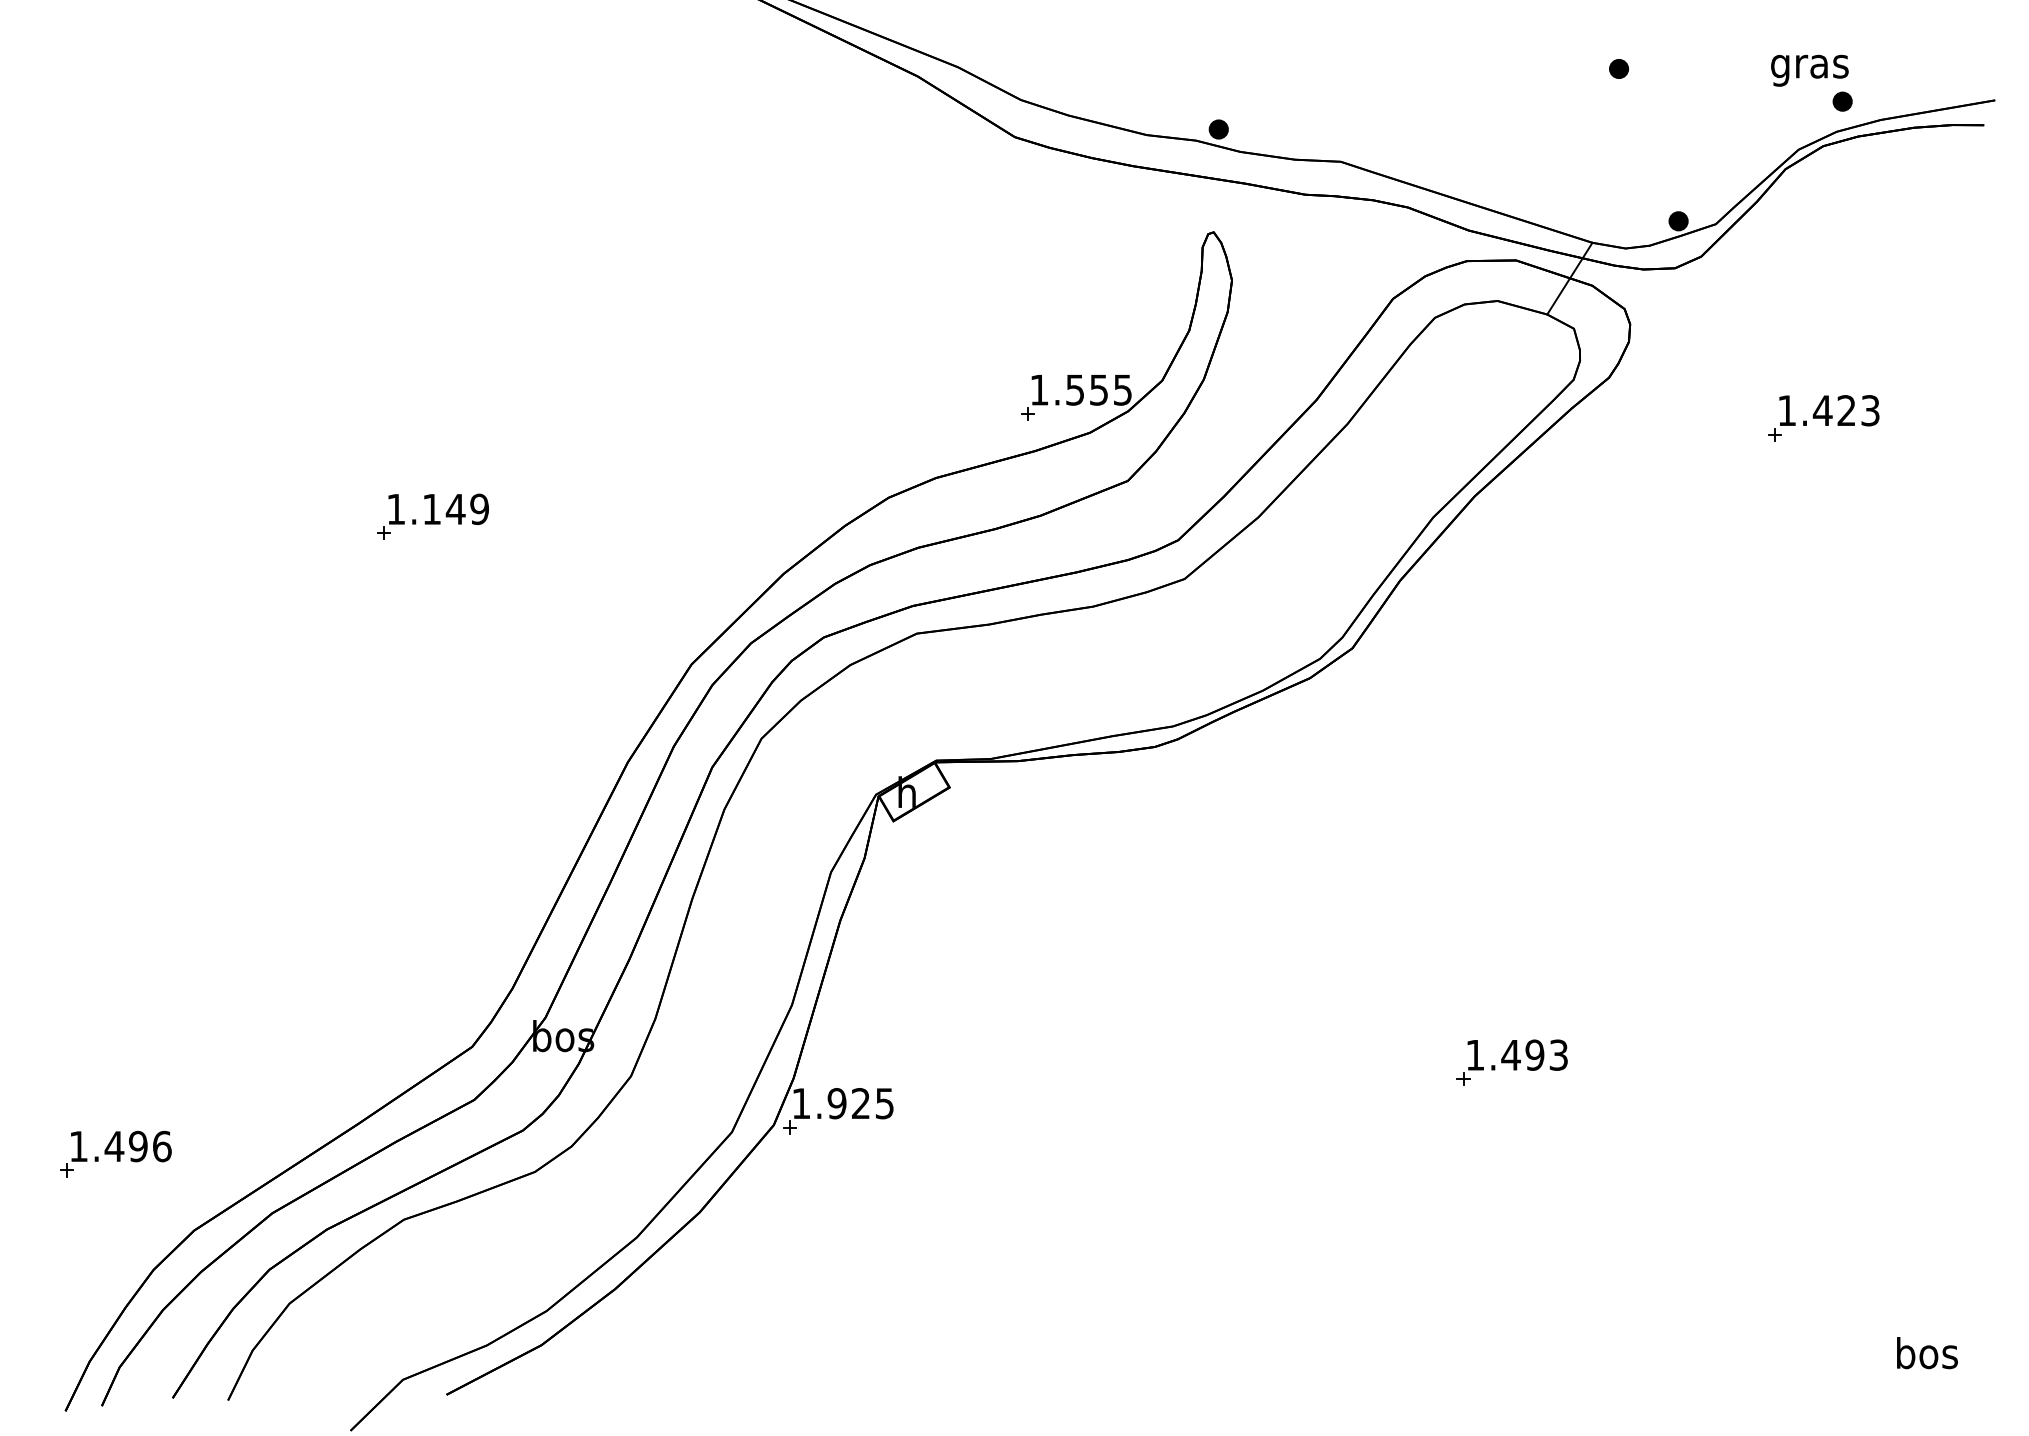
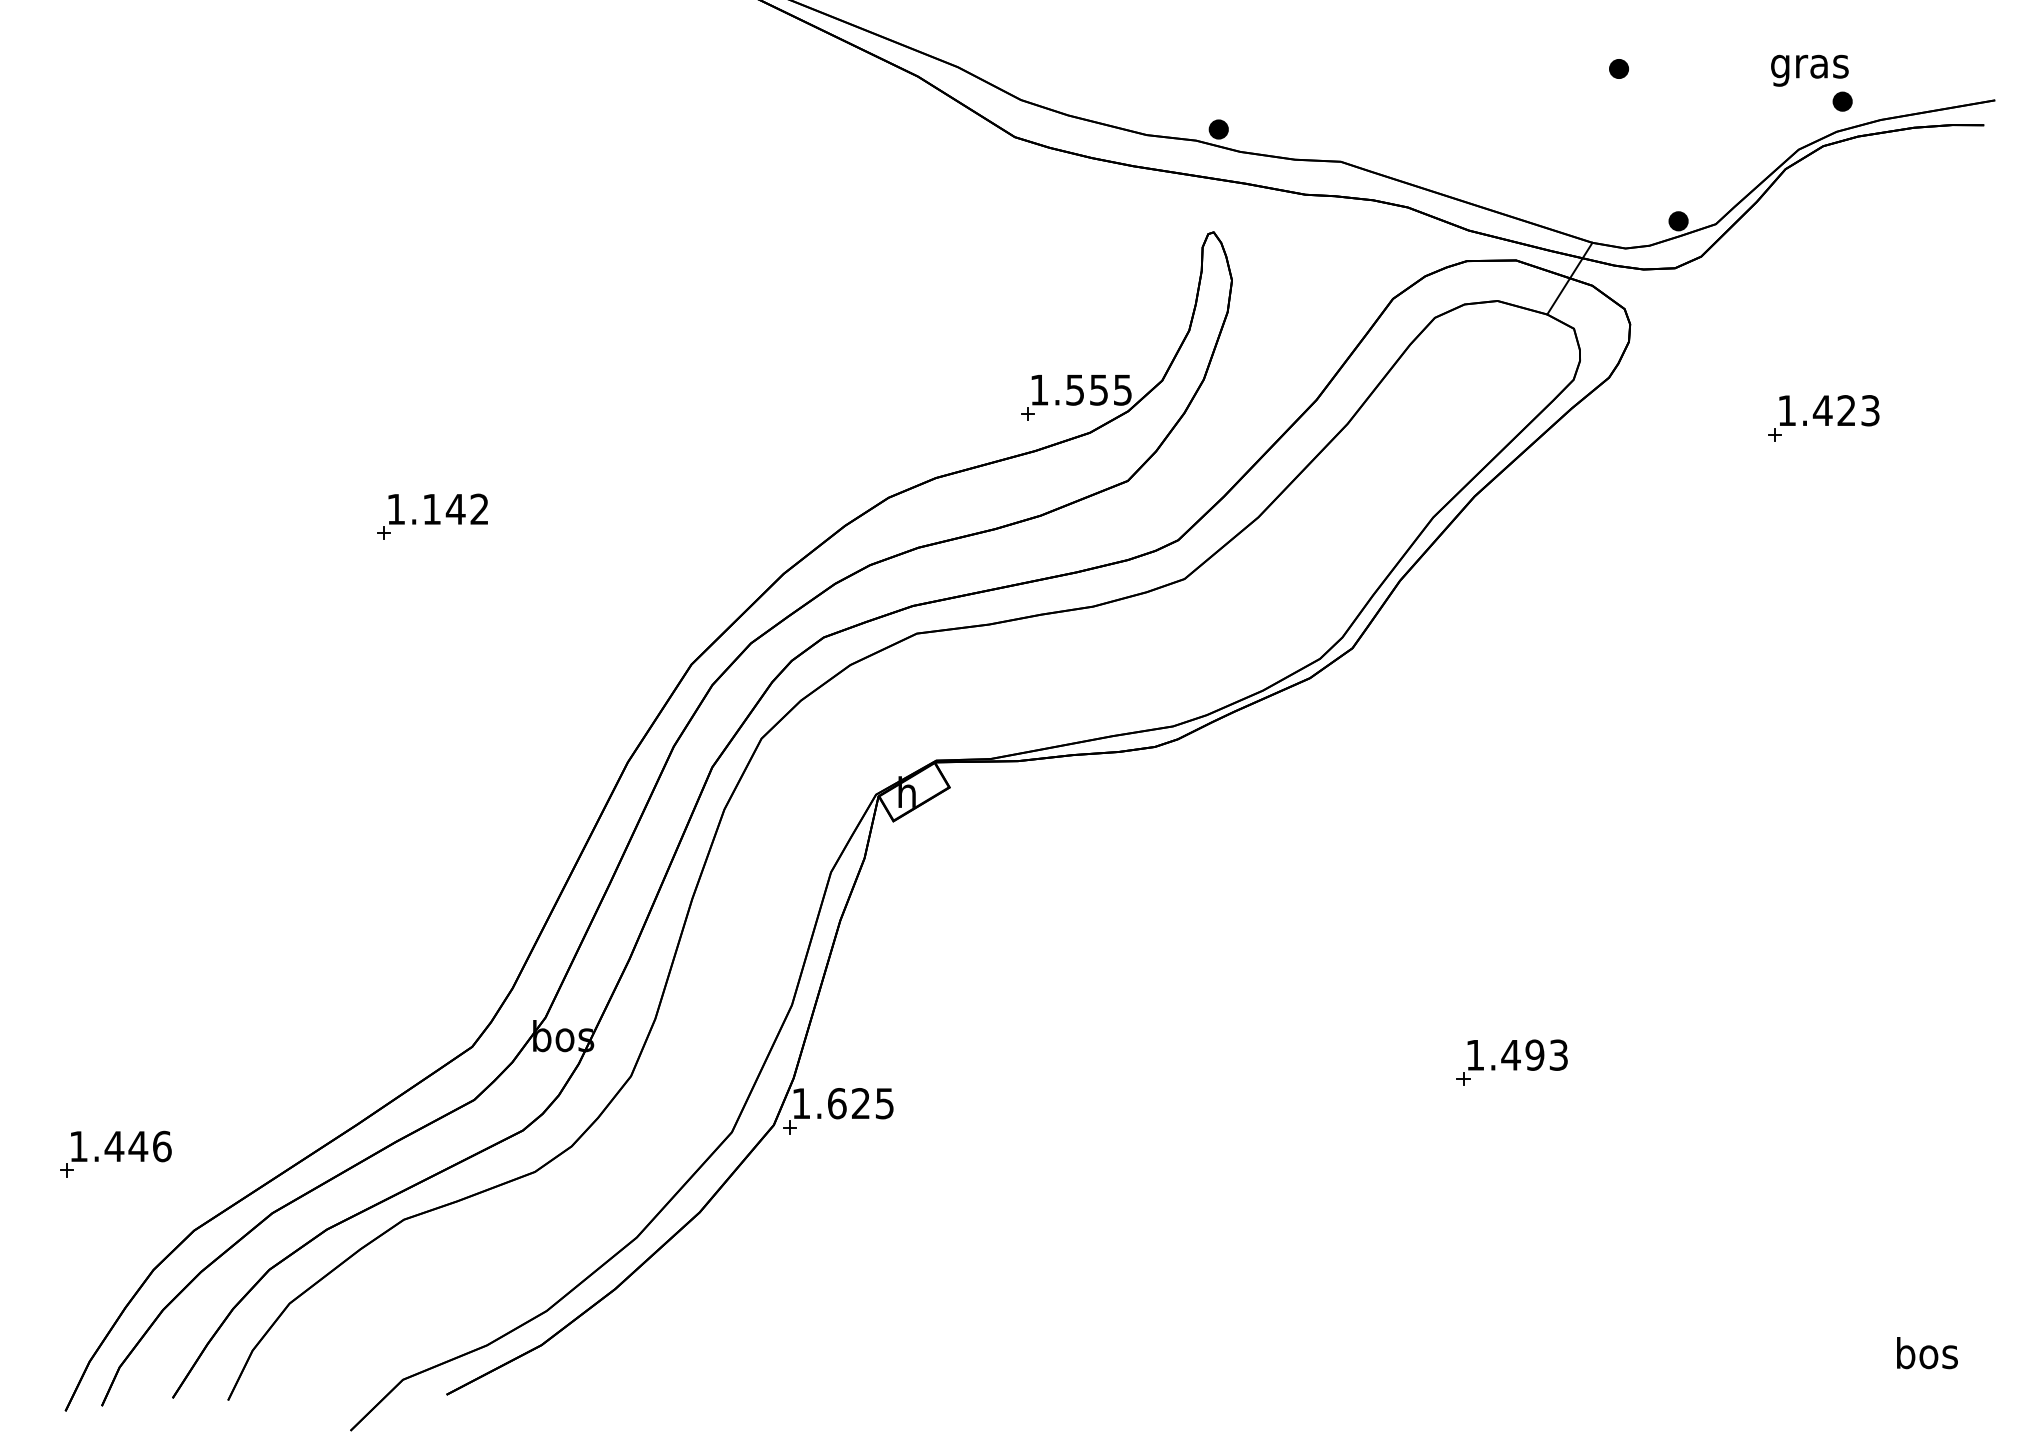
text at (479, 509): 1.149 -> 1.142
text at (836, 1103): 1.925 -> 1.625
text at (138, 1146): 1.496 -> 1.446
